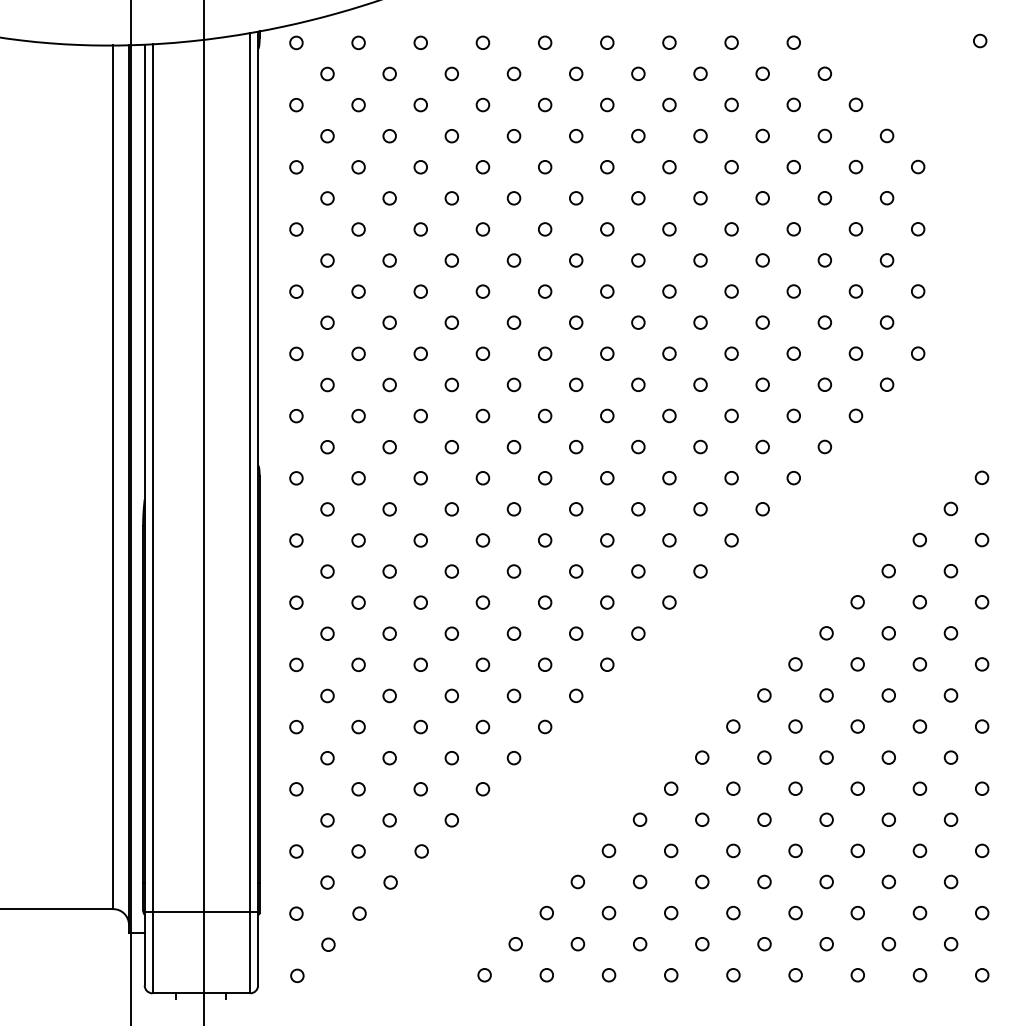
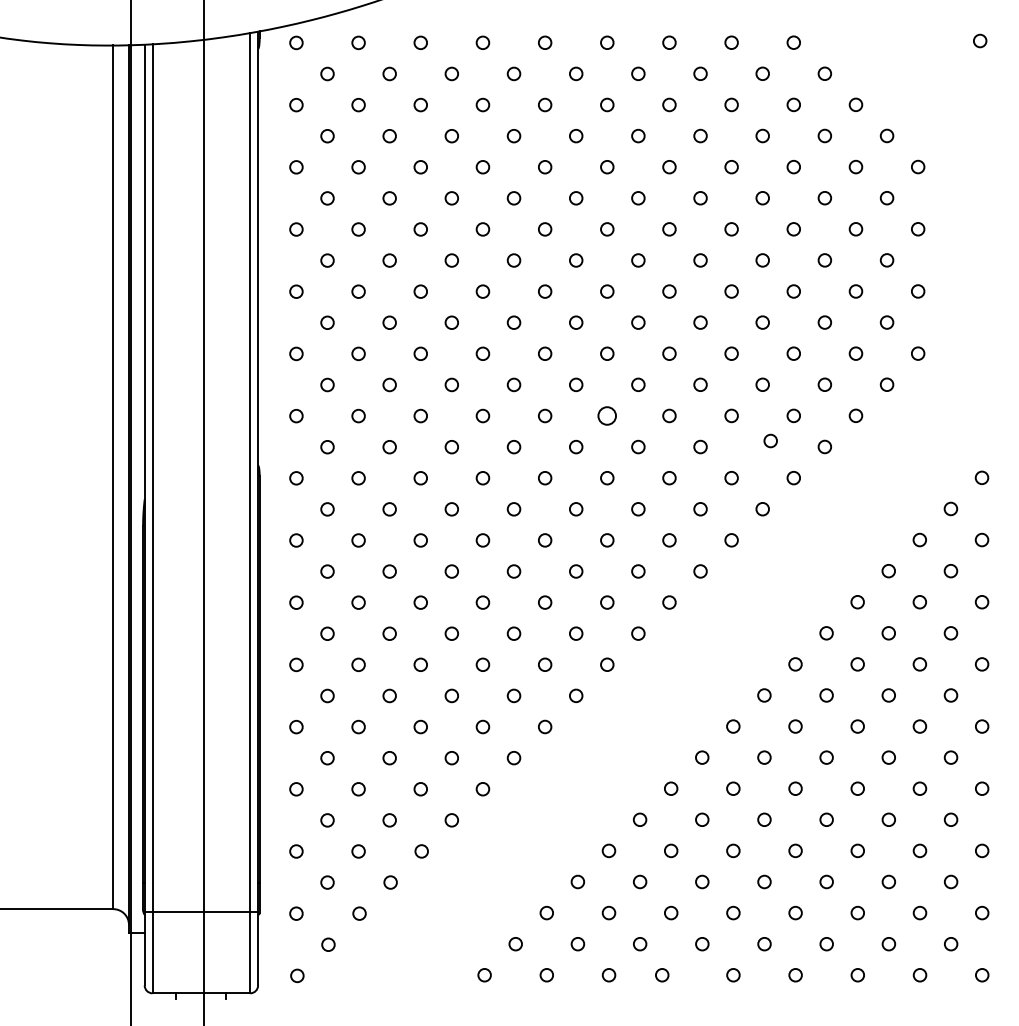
circle at (607, 415) size: 15x16 px -> 20x20 px
circle at (762, 446) position: (762, 446) -> (770, 440)
circle at (671, 975) position: (671, 975) -> (662, 975)
